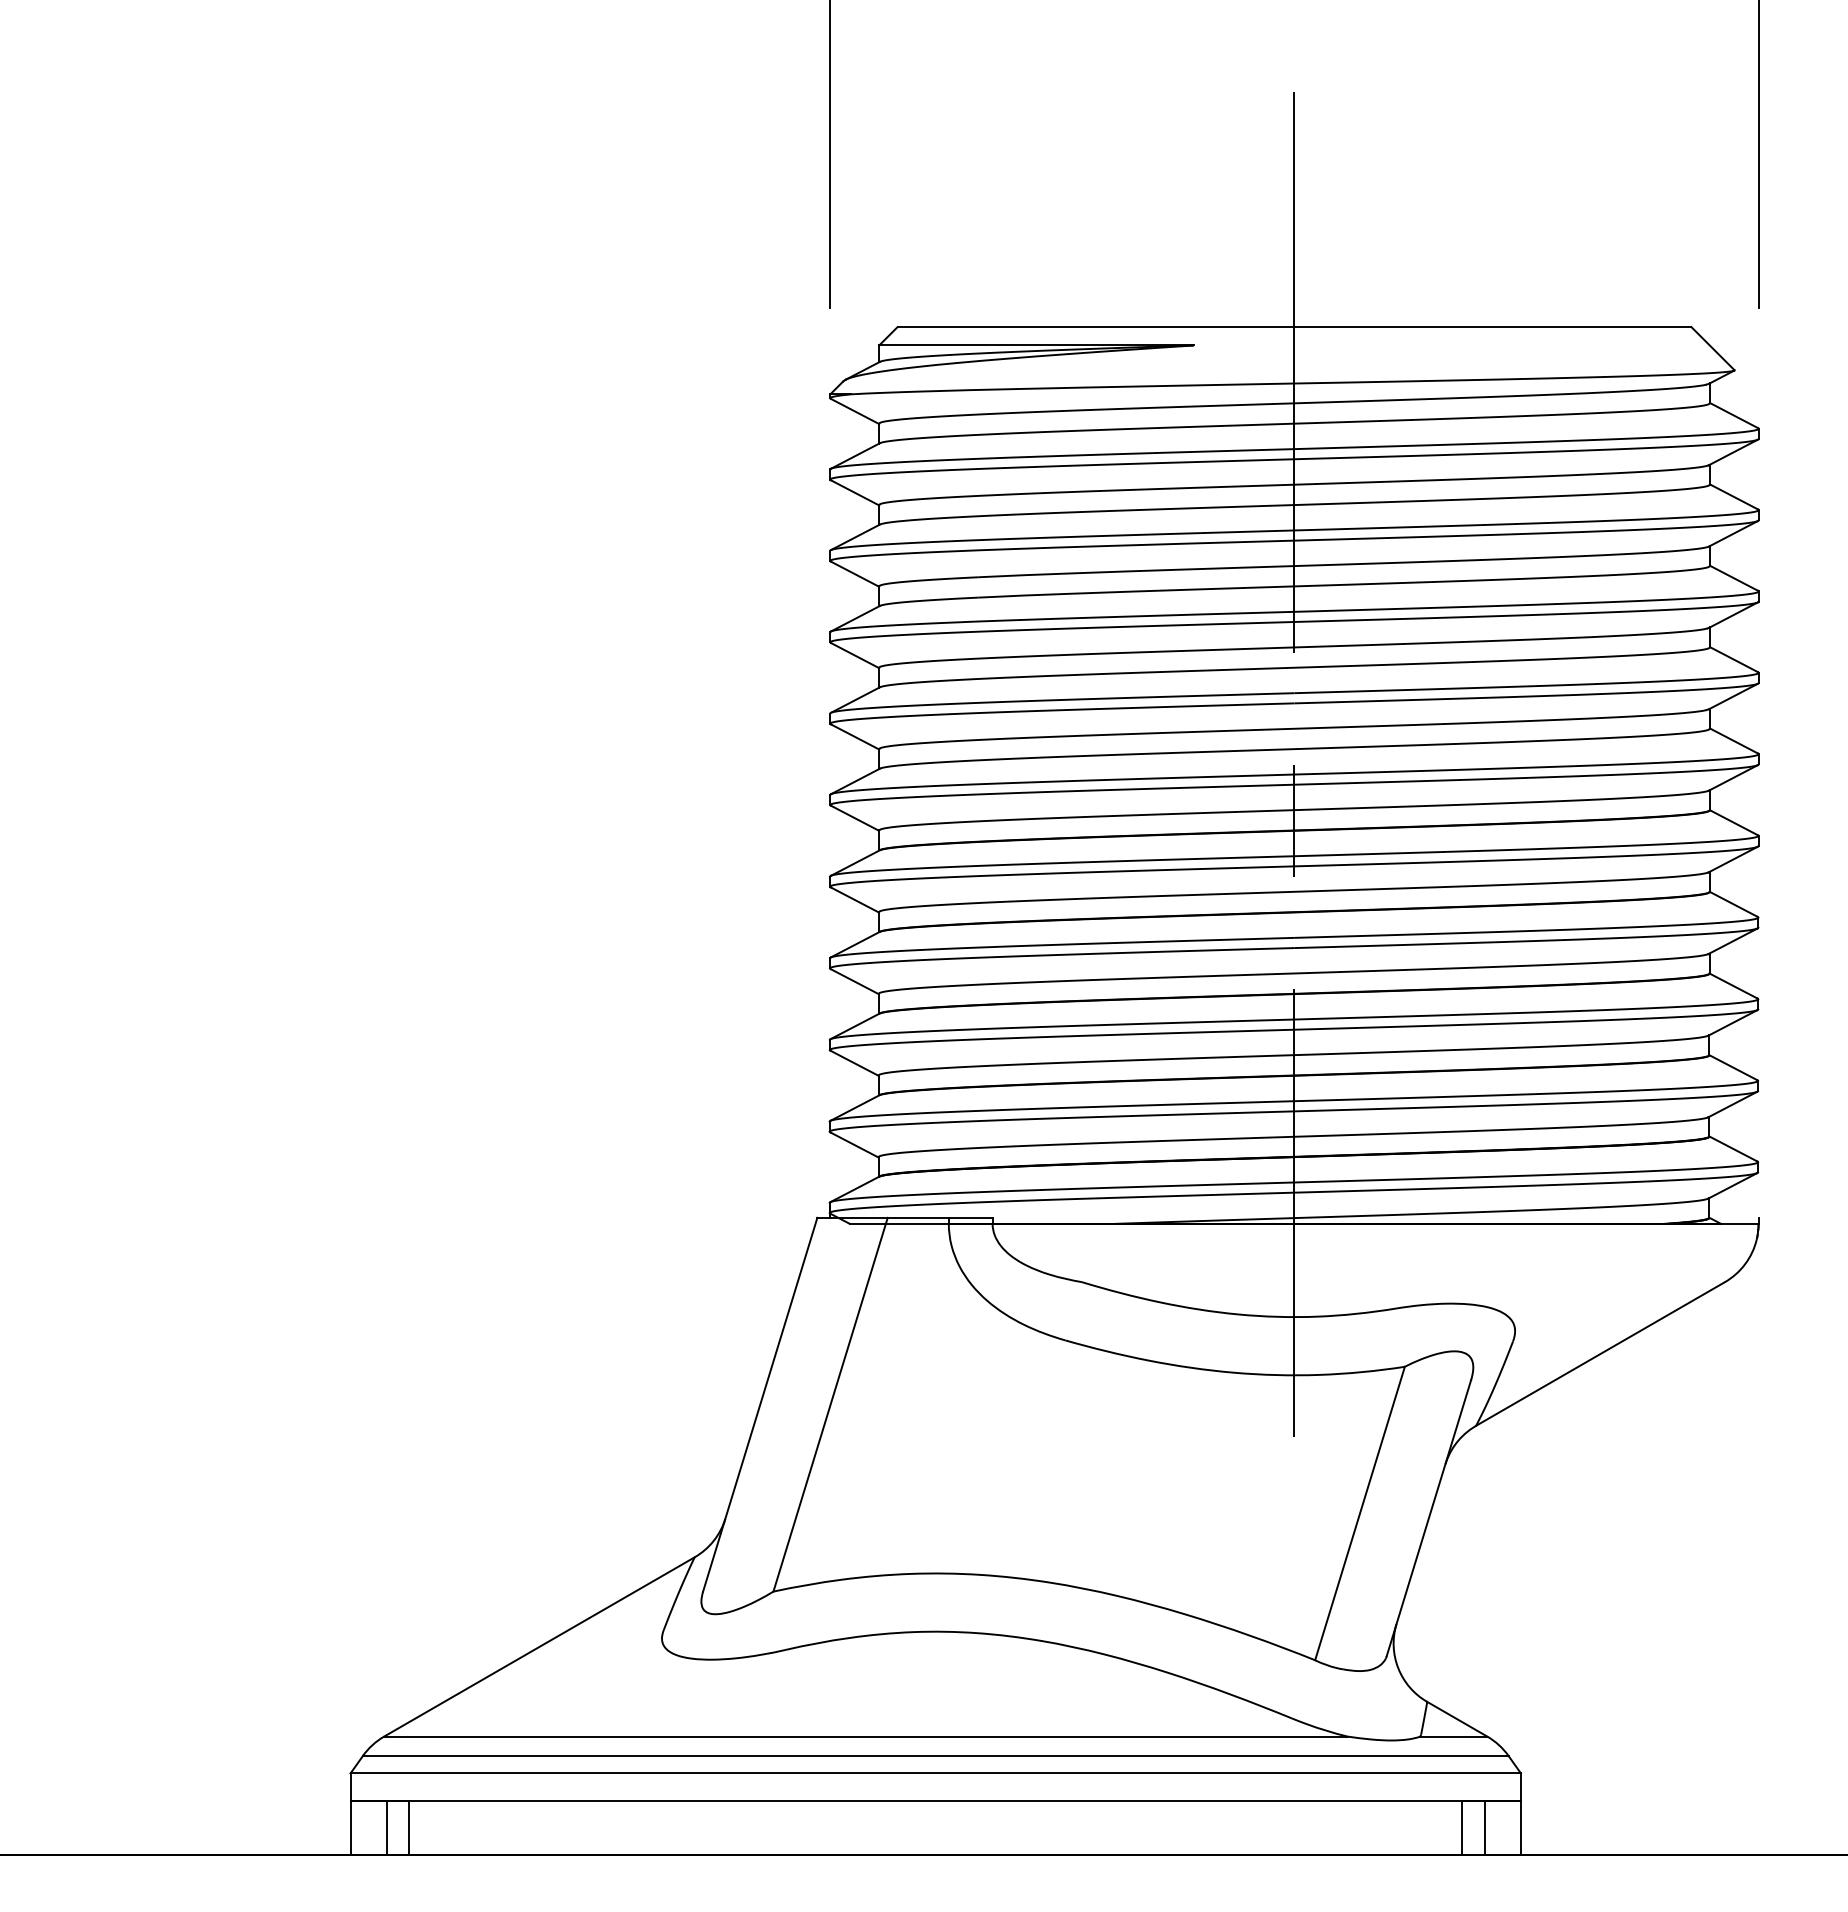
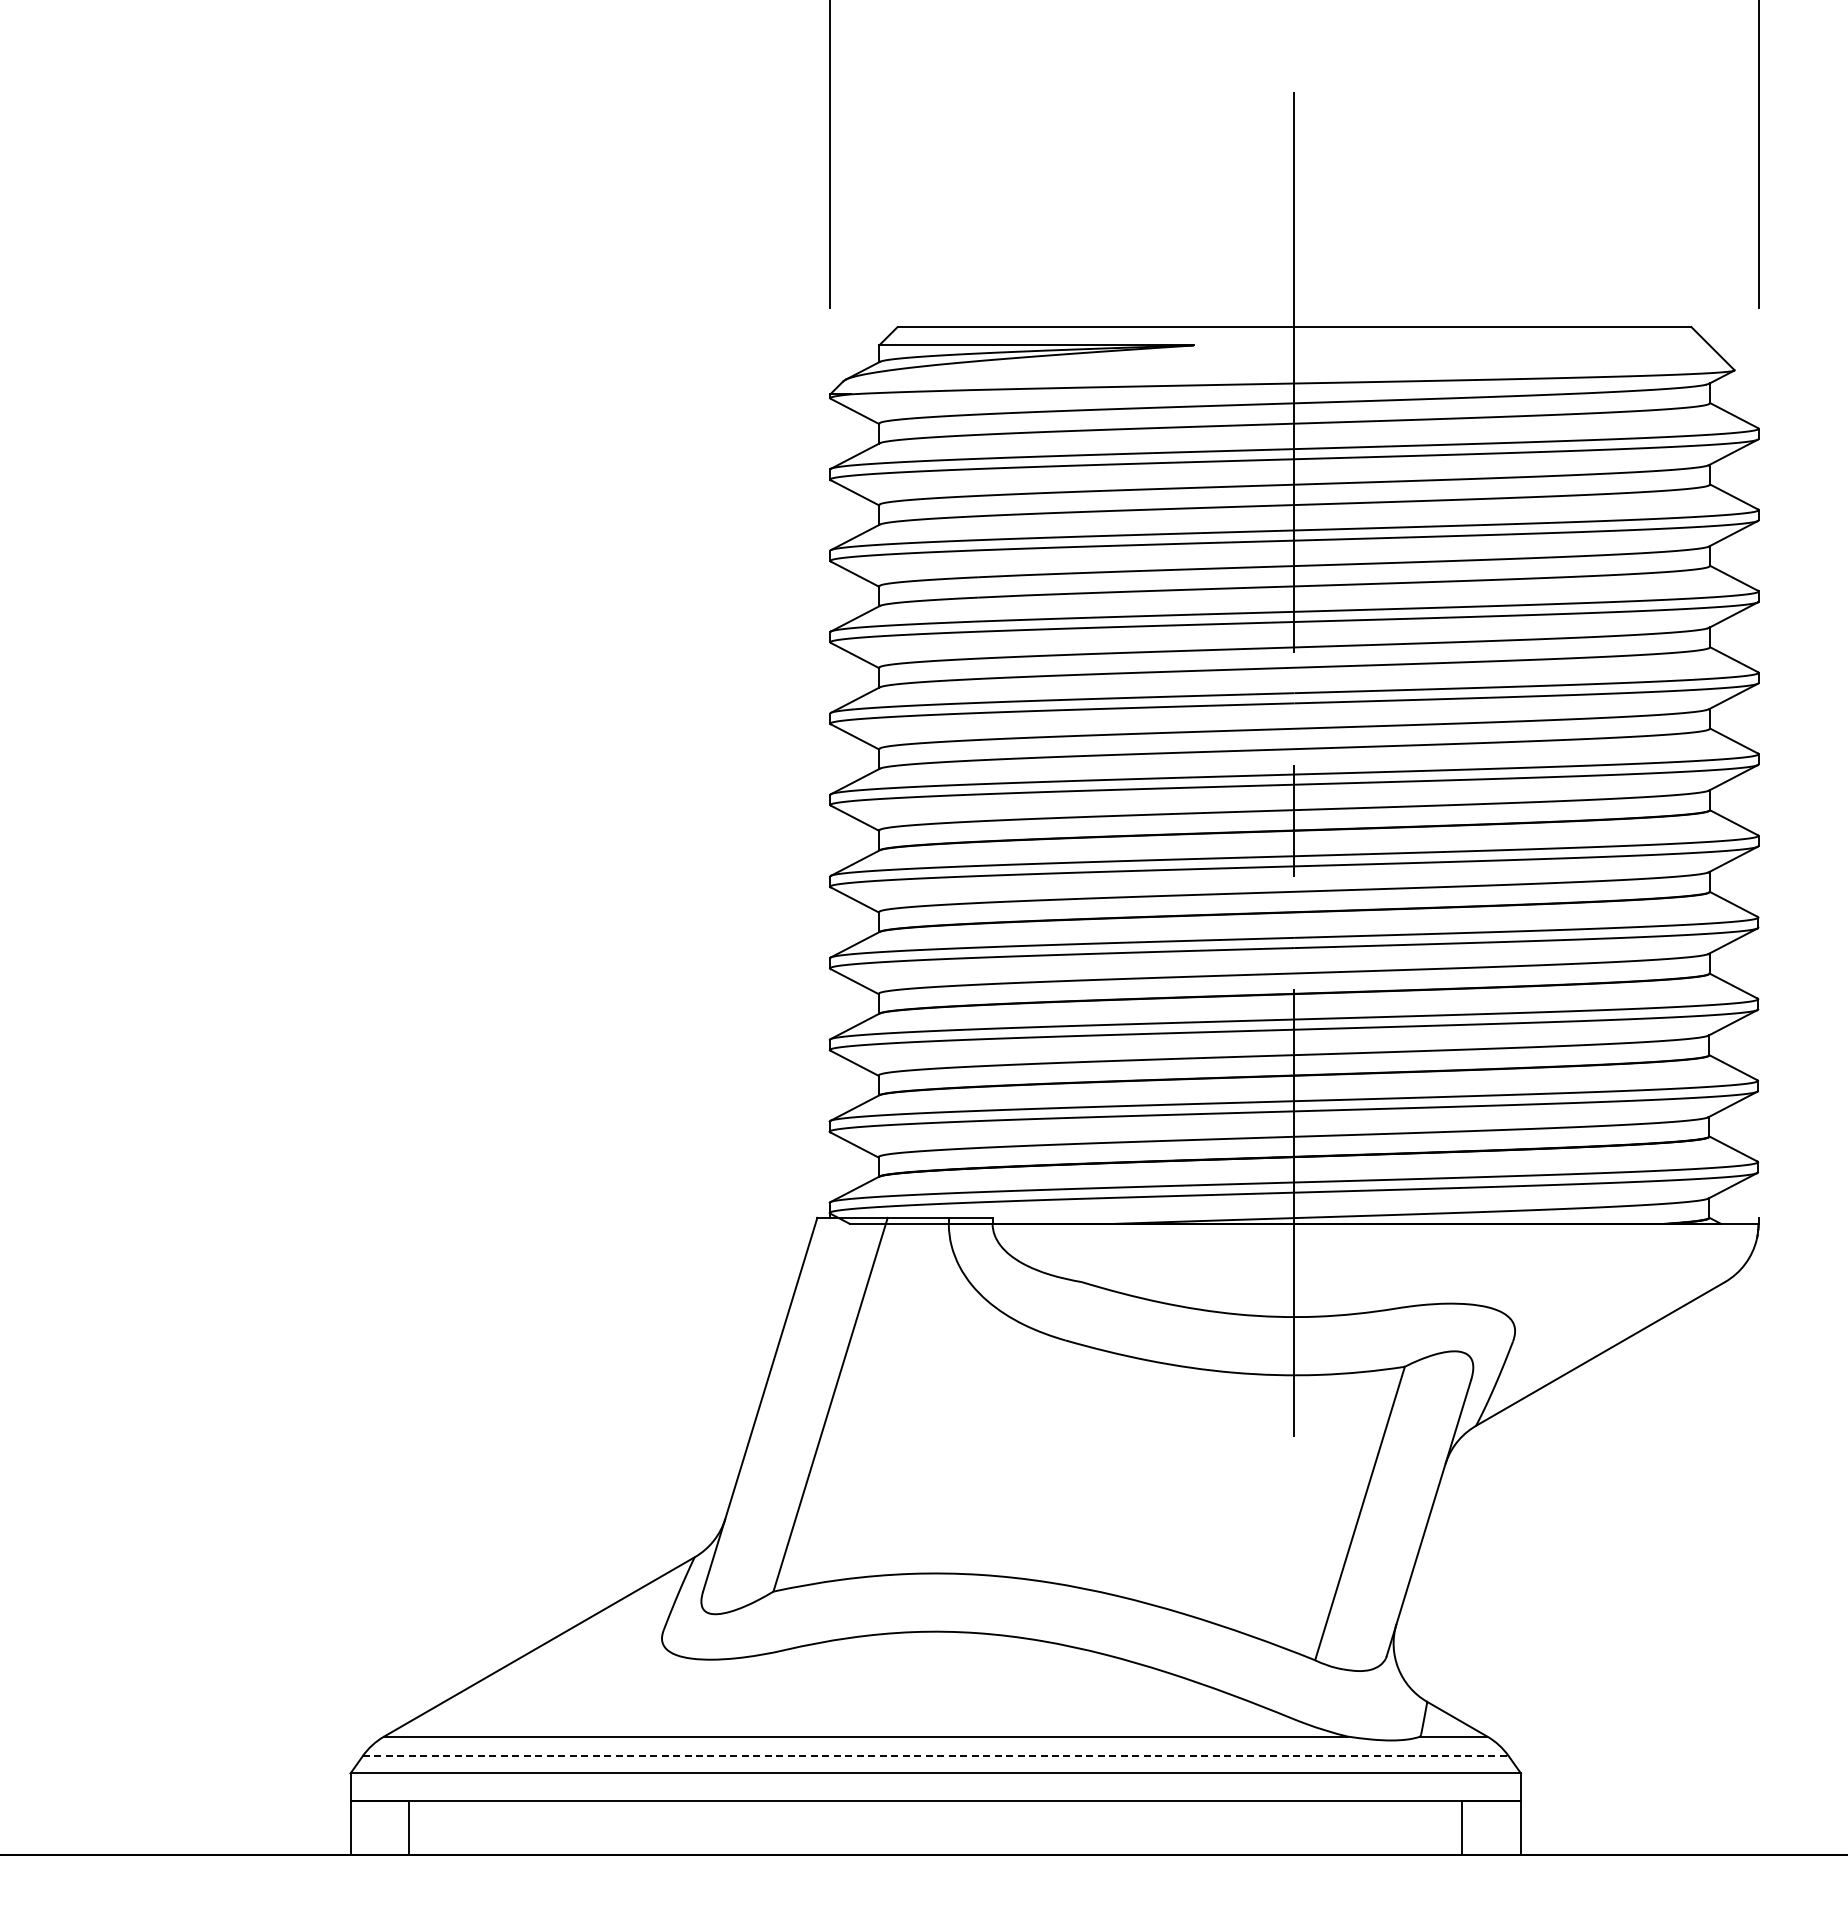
line at (935, 1755): solid -> dashed
line at (386, 1827): present -> none
line at (1484, 1827): present -> none
